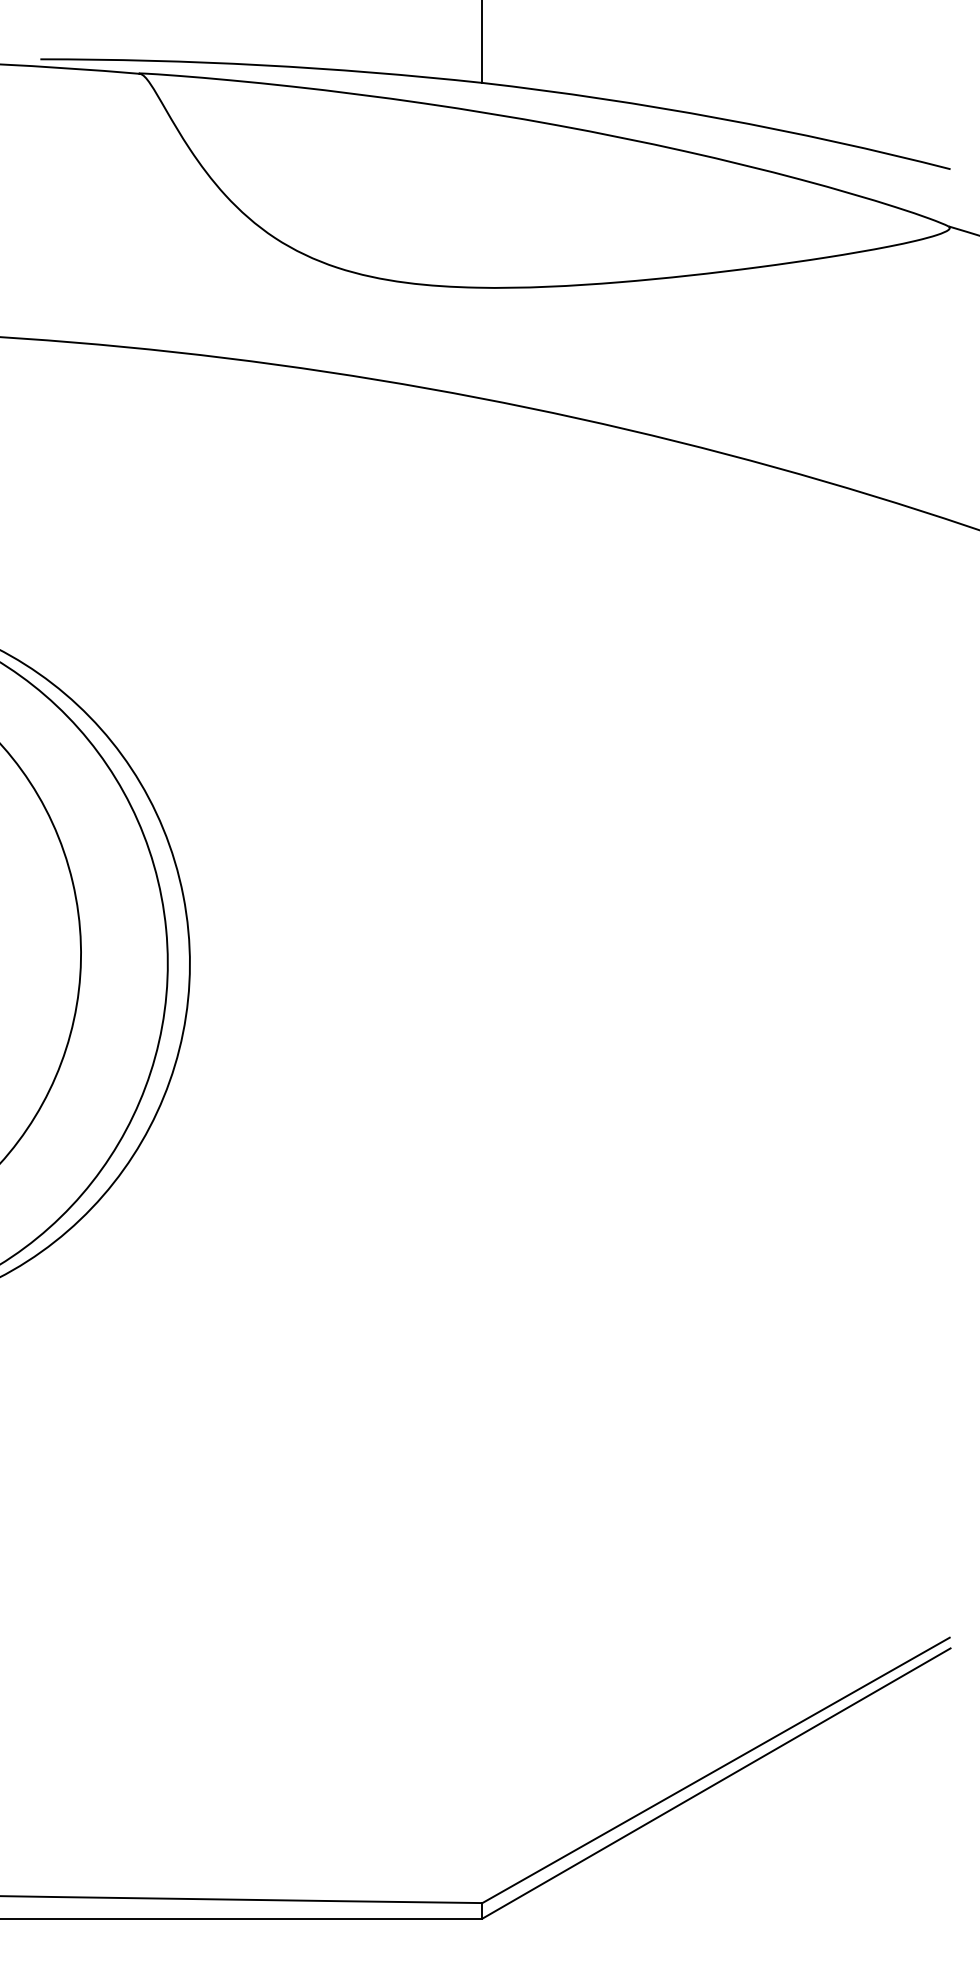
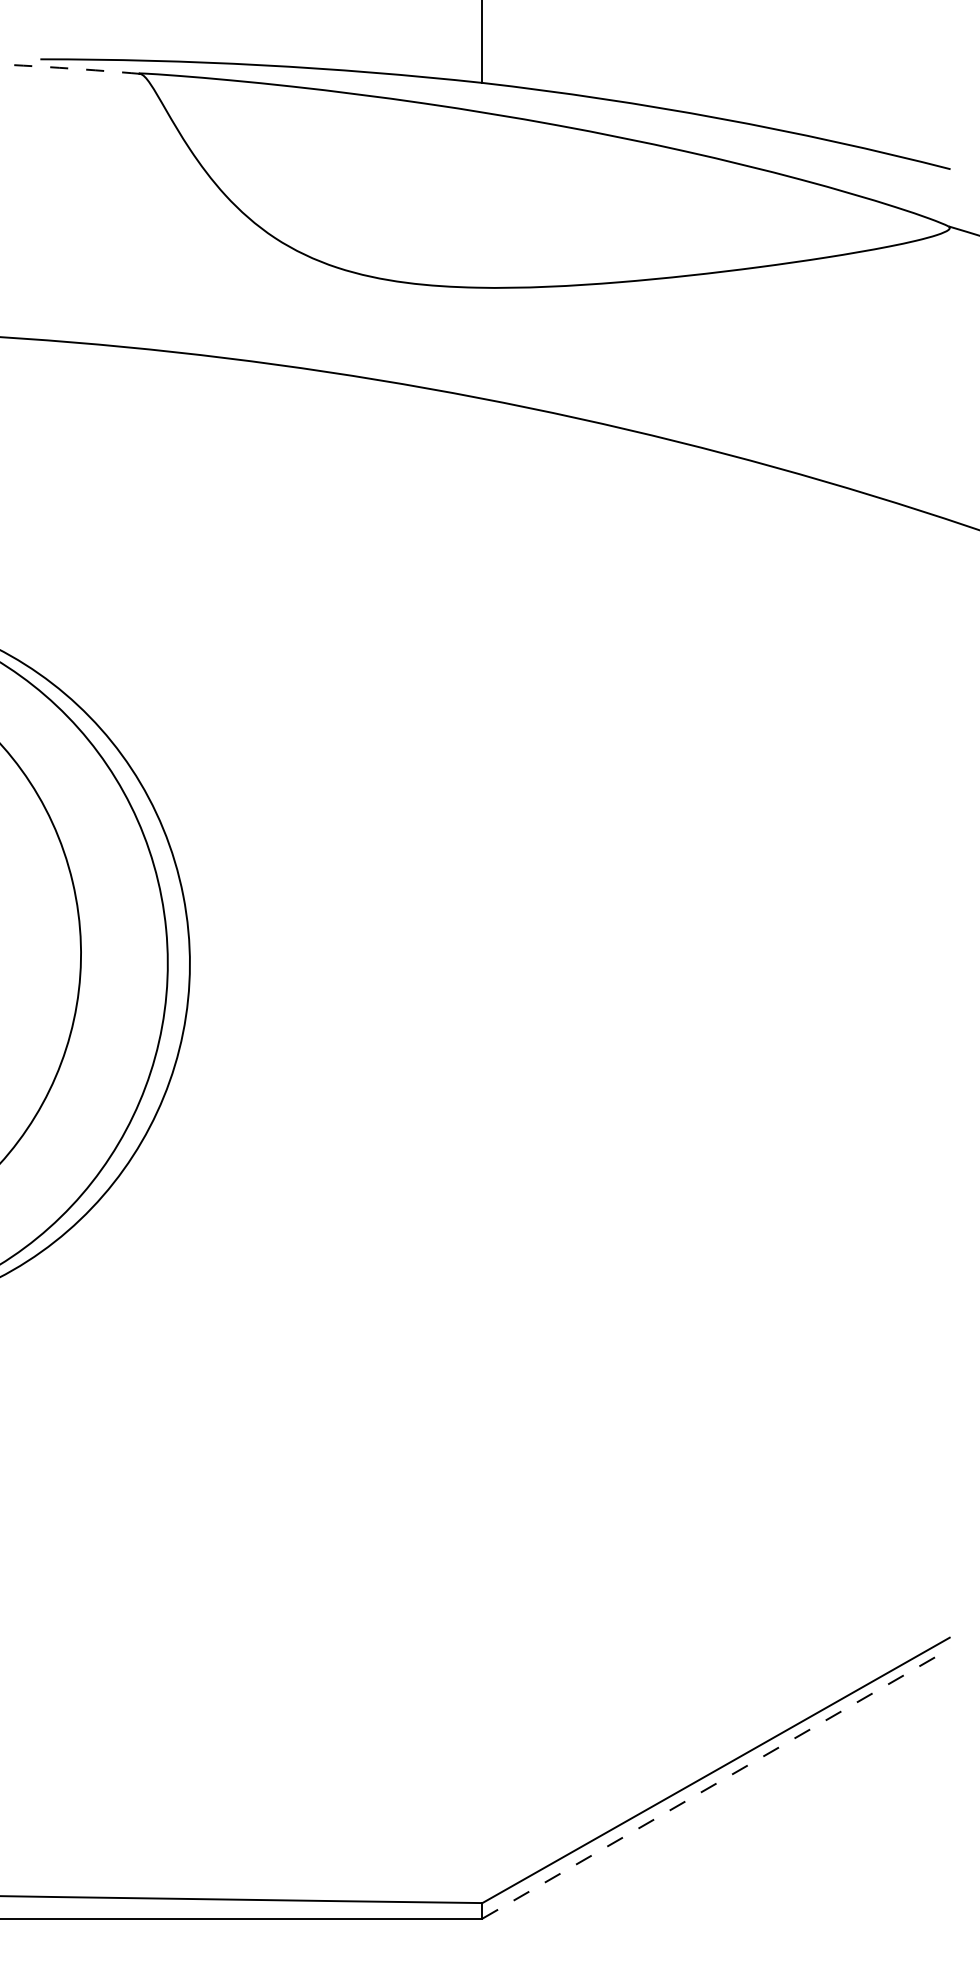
arc at (69, 68): solid -> dashed
line at (716, 1783): solid -> dashed
